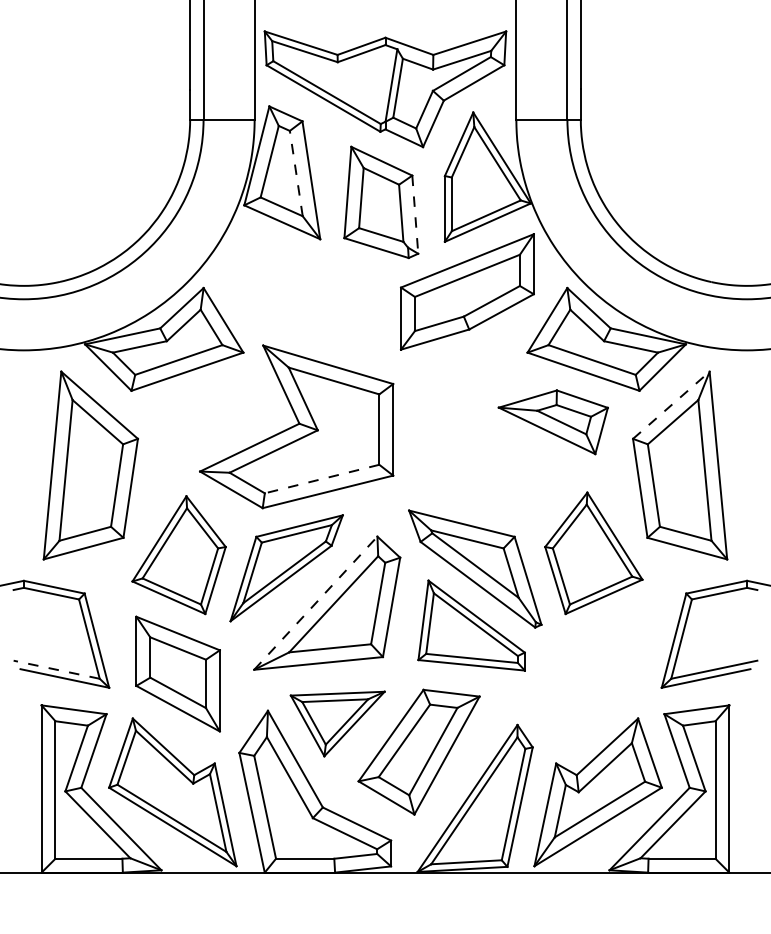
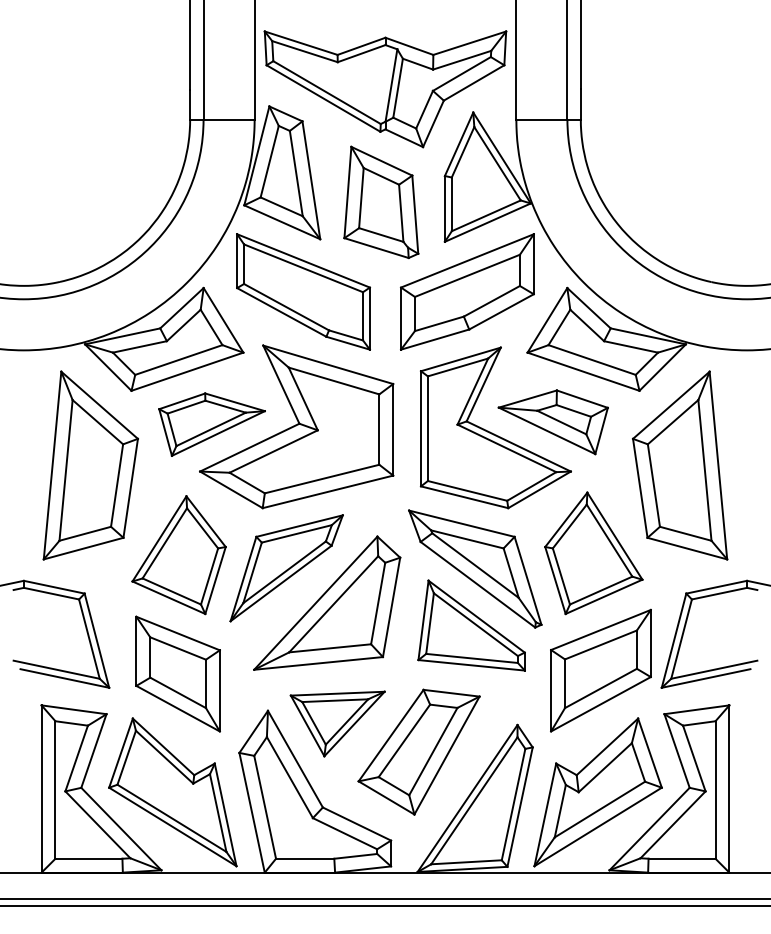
line at (296, 173): dashed -> solid
line at (415, 215): dashed -> solid
part at (303, 291): none -> present
line at (671, 405): dashed -> solid
part at (211, 424): none -> present
part at (495, 427): none -> present
line at (321, 479): dashed -> solid
line at (315, 603): dashed -> solid
line at (56, 669): dashed -> solid
part at (600, 670): none -> present
line at (384, 898): none -> present
line at (384, 905): none -> present
